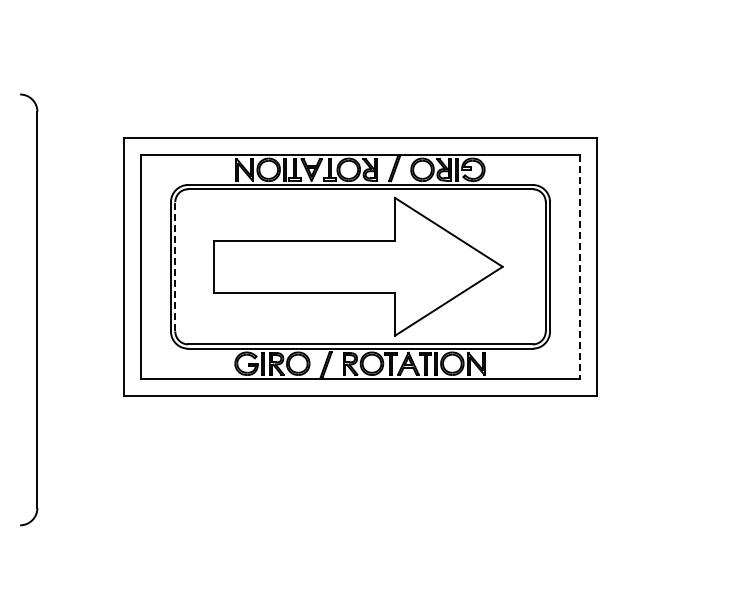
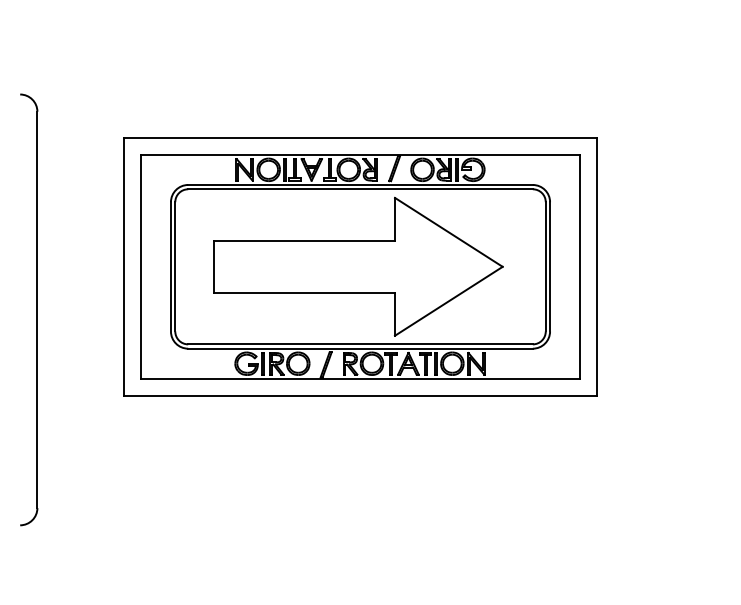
line at (175, 266): dashed -> solid
line at (580, 267): dashed -> solid
